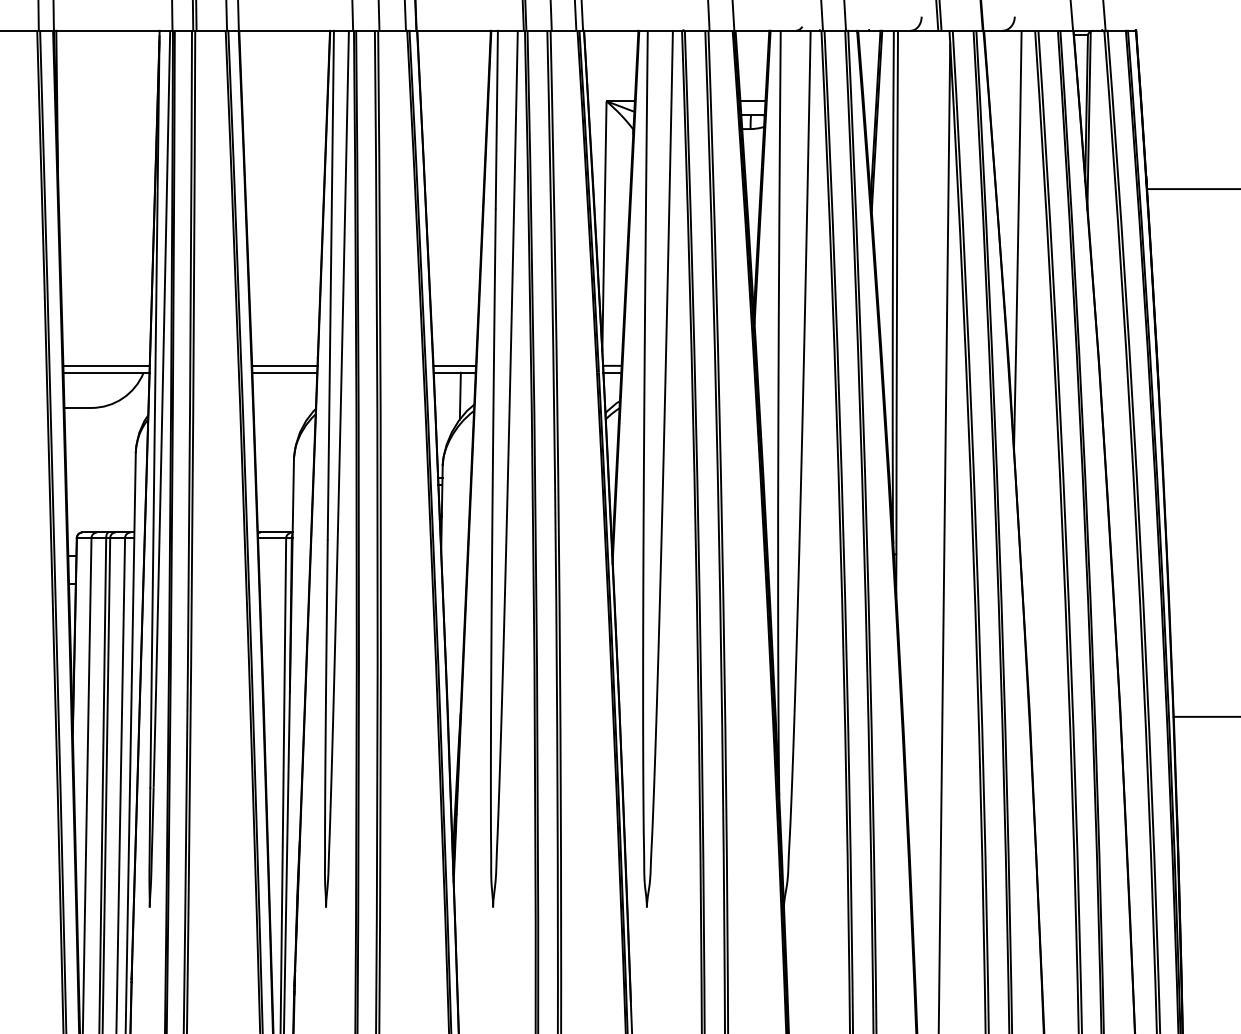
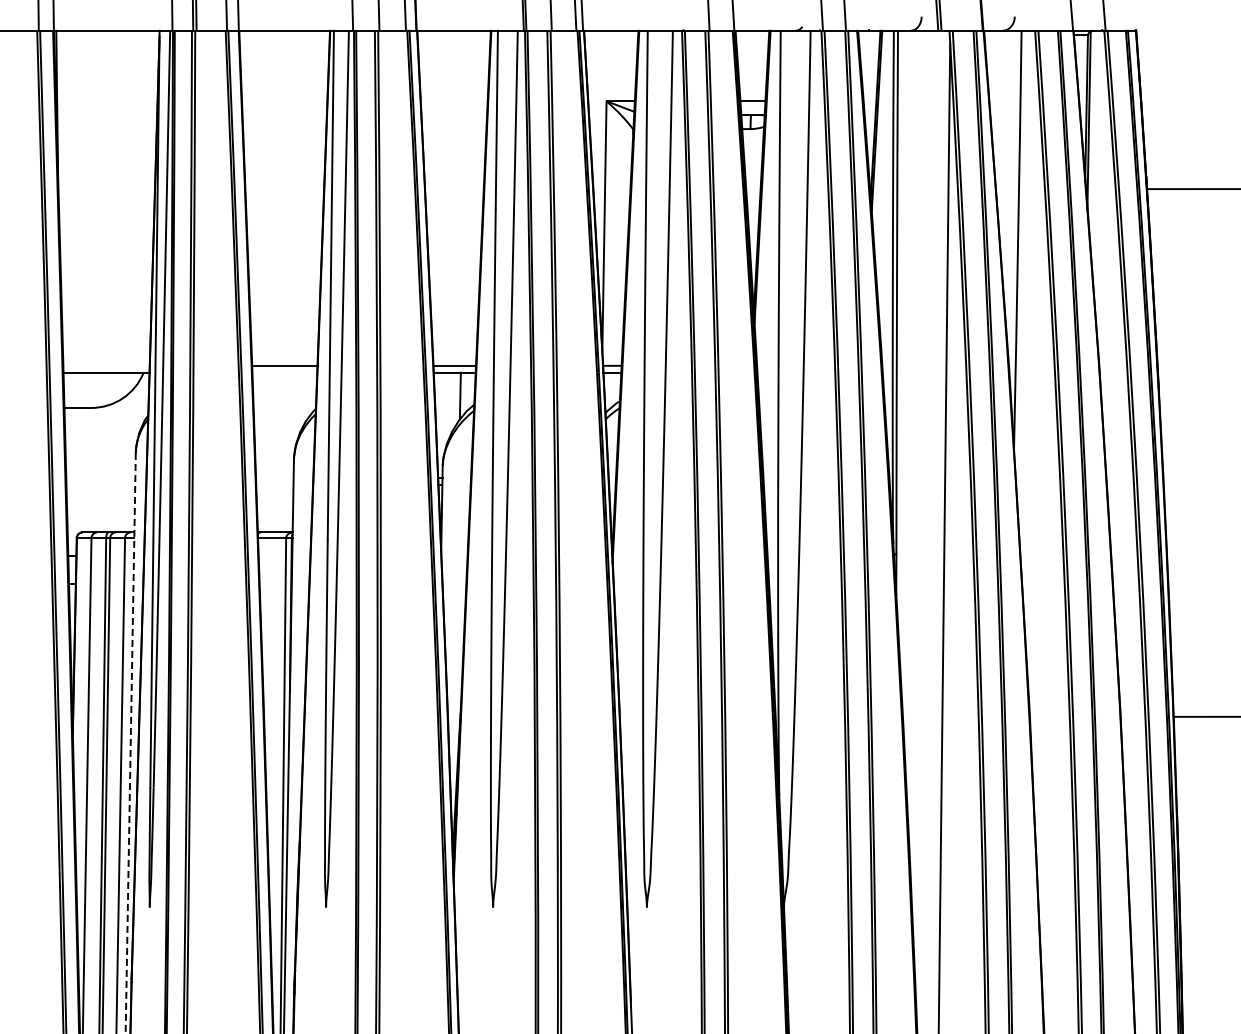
line at (106, 365): present -> none
line at (284, 372): present -> none
line at (130, 743): solid -> dashed
